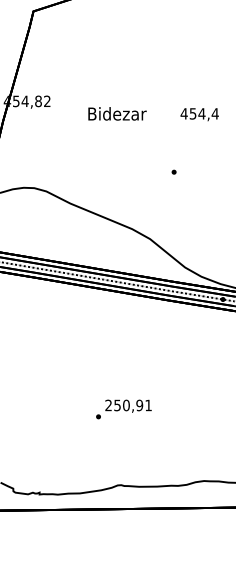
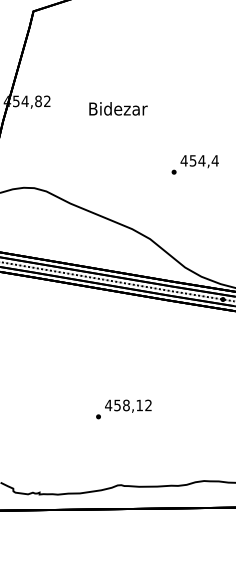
text at (117, 113) position: (117, 113) -> (118, 108)
text at (199, 114) position: (199, 114) -> (199, 161)
text at (128, 405): 250,91 -> 458,12
